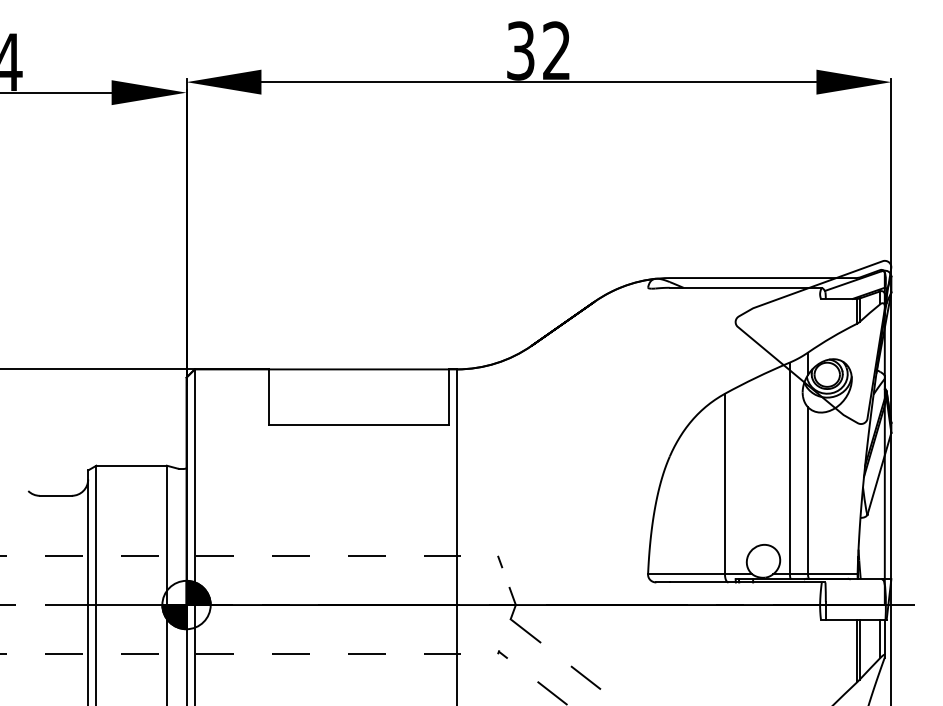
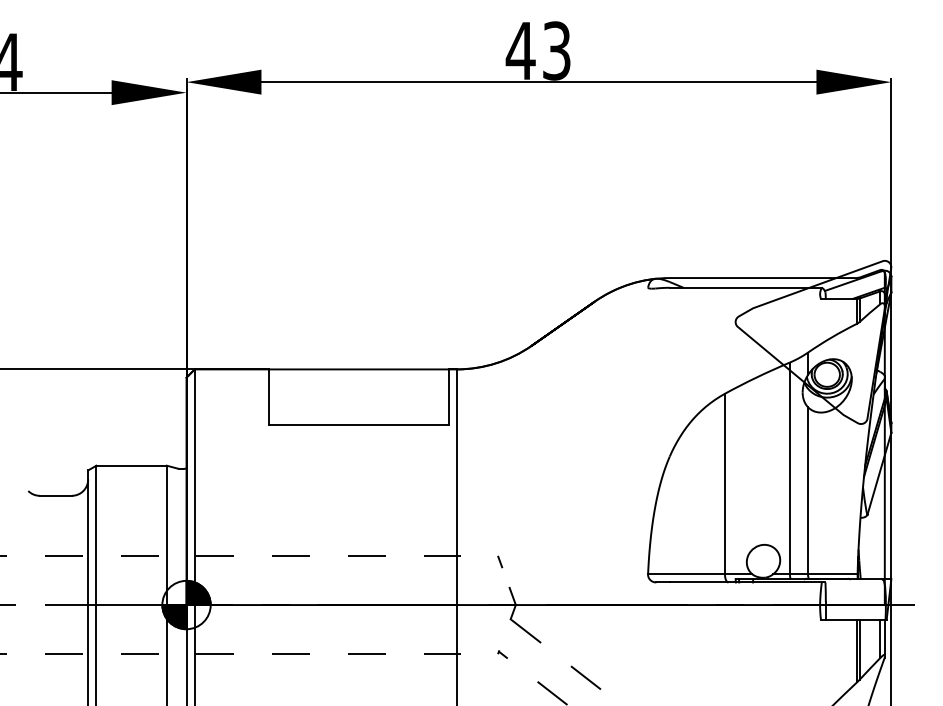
text at (537, 50): 32 -> 43
